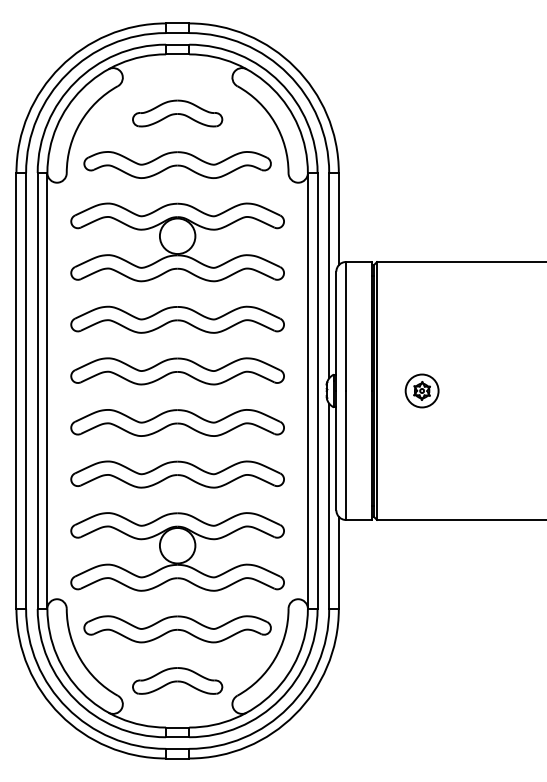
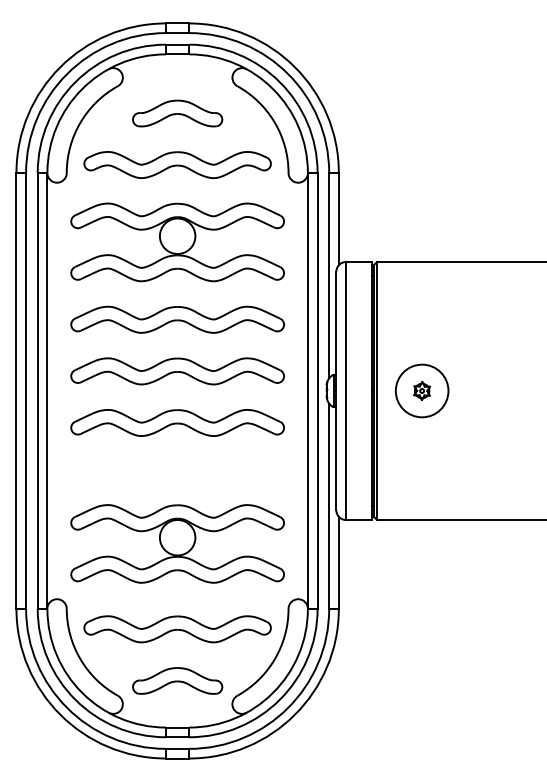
circle at (421, 390) diameter: 33 px -> 53 px
part at (177, 474): present -> none
part at (177, 551) position: (177, 551) -> (177, 543)
